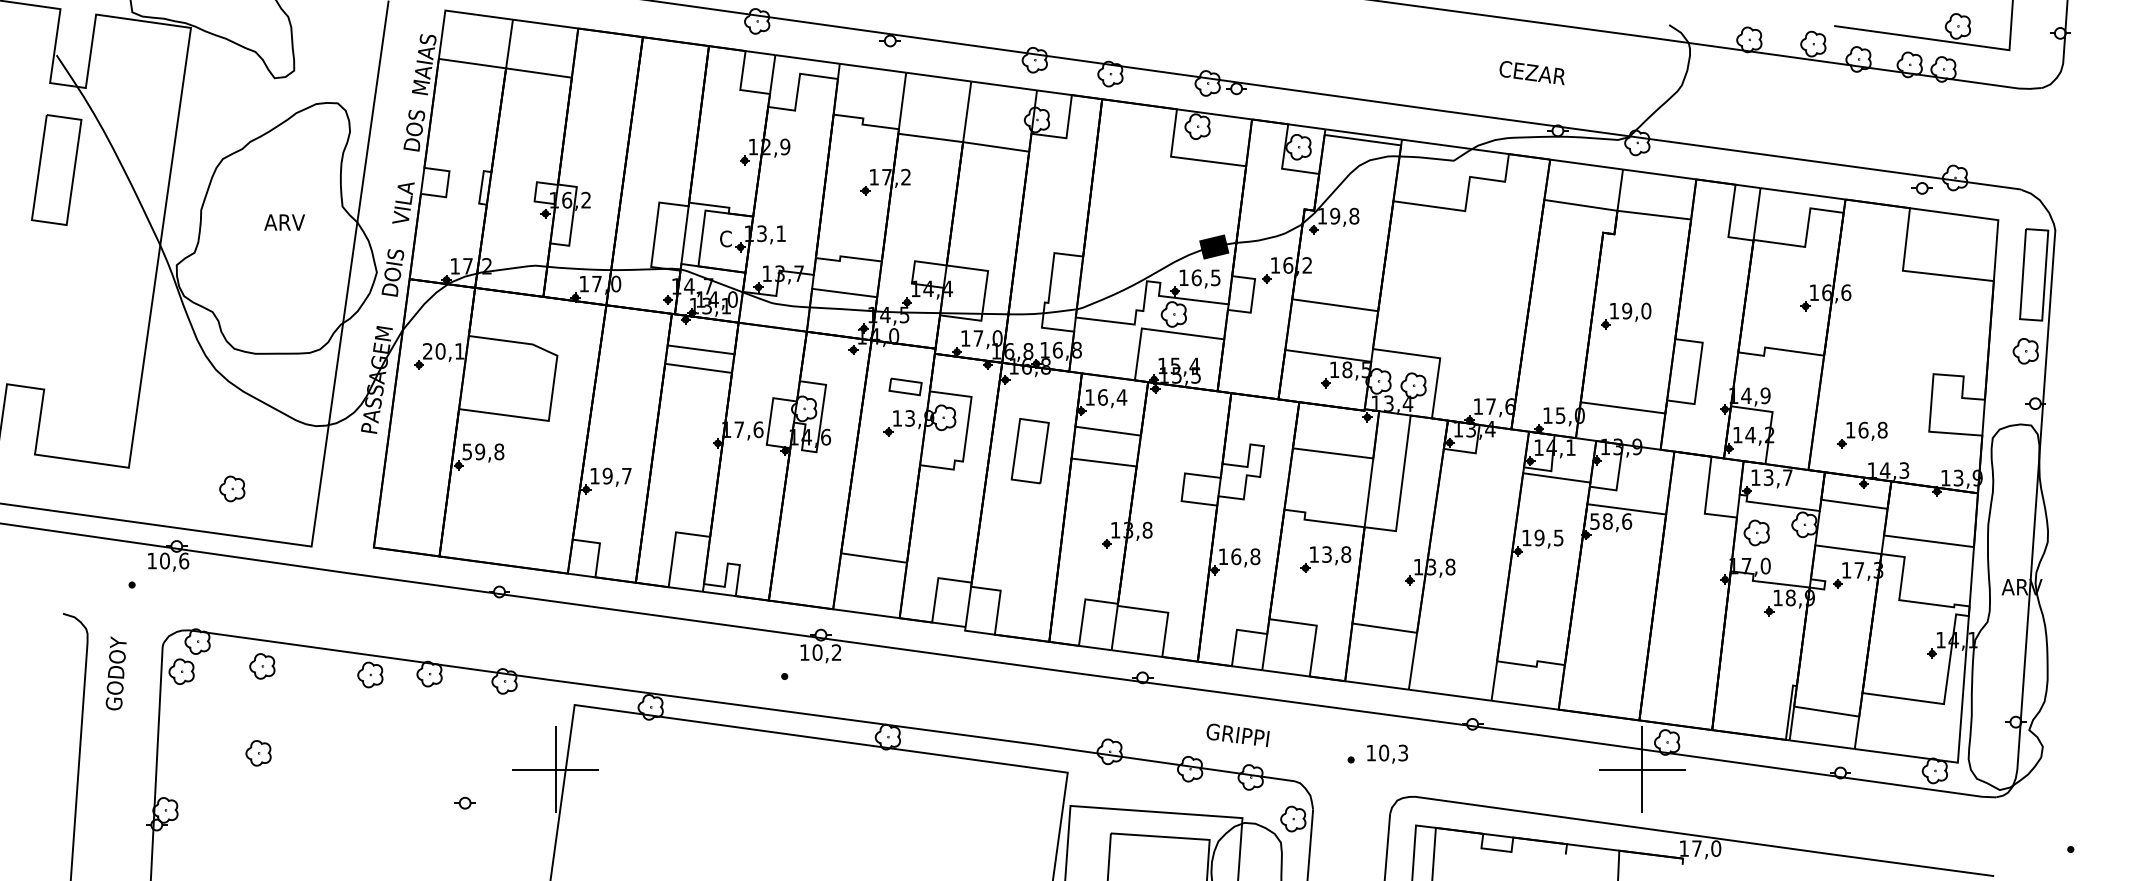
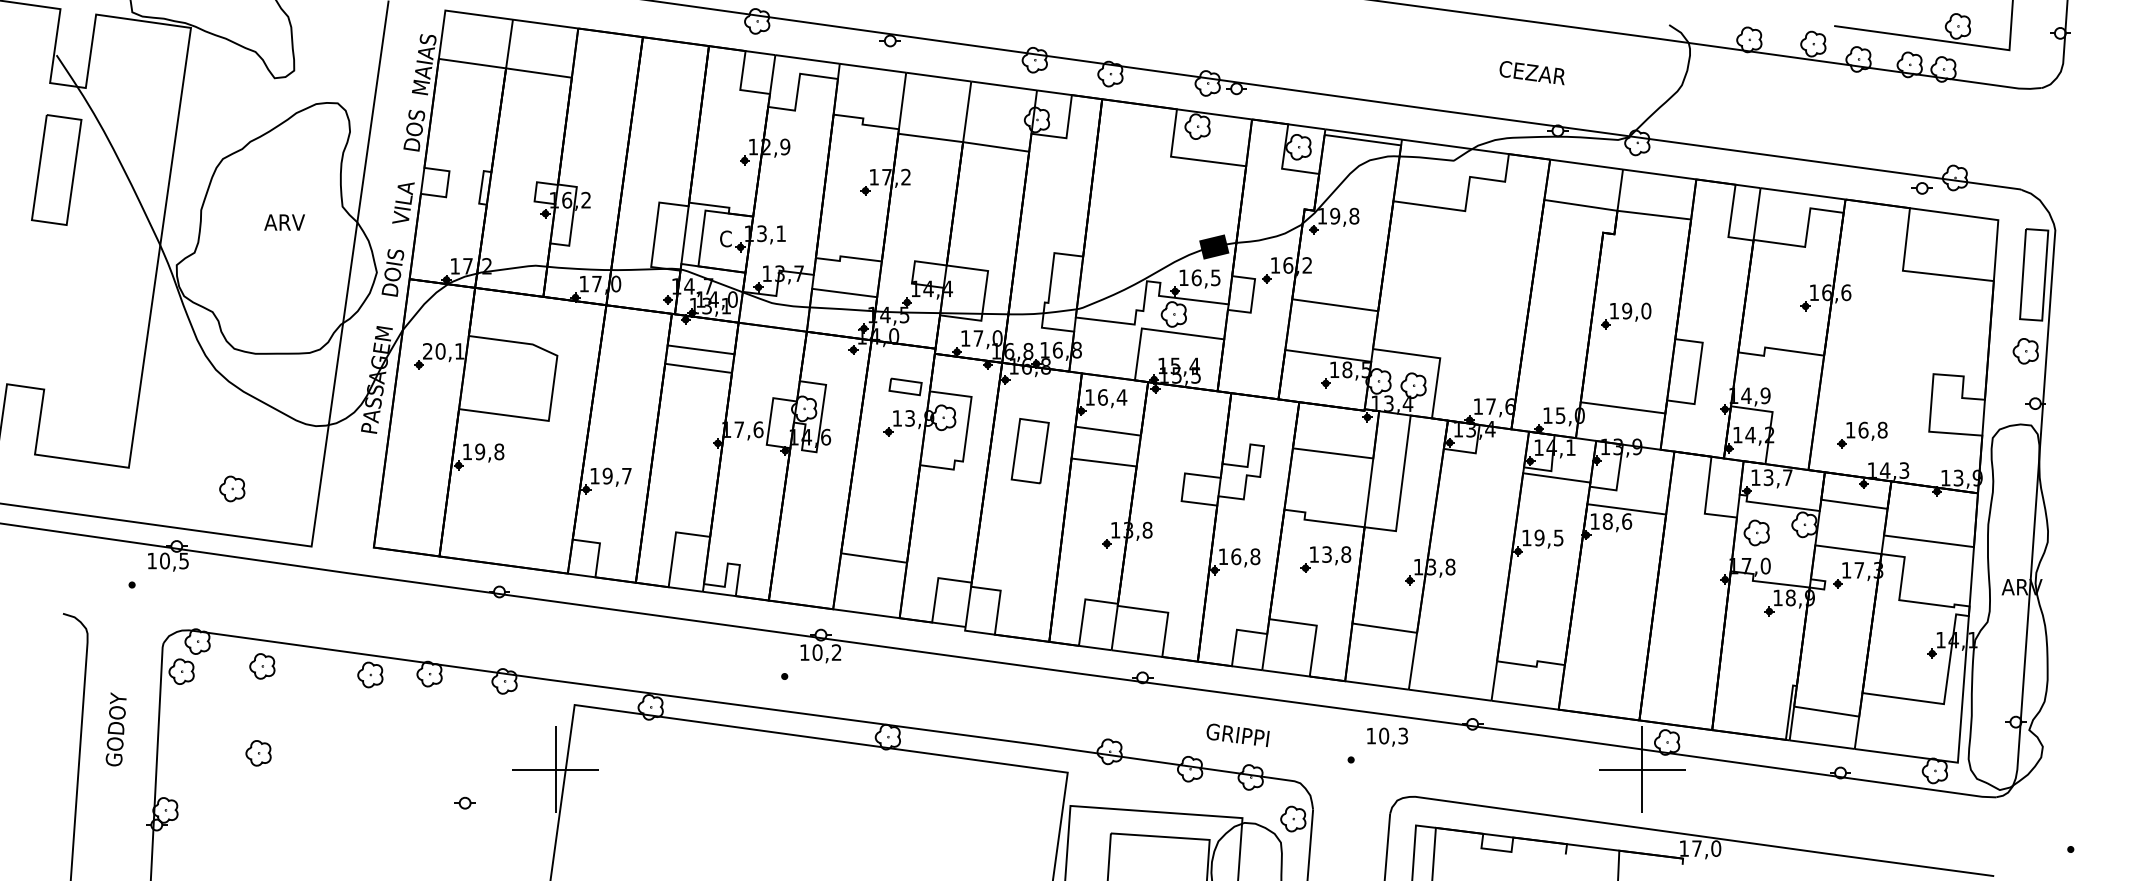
text at (466, 451): 59,8 -> 19,8
text at (1594, 521): 58,6 -> 18,6
text at (184, 560): 10,6 -> 10,5
text at (115, 673) position: (115, 673) -> (115, 729)
text at (1387, 753) position: (1387, 753) -> (1387, 736)
